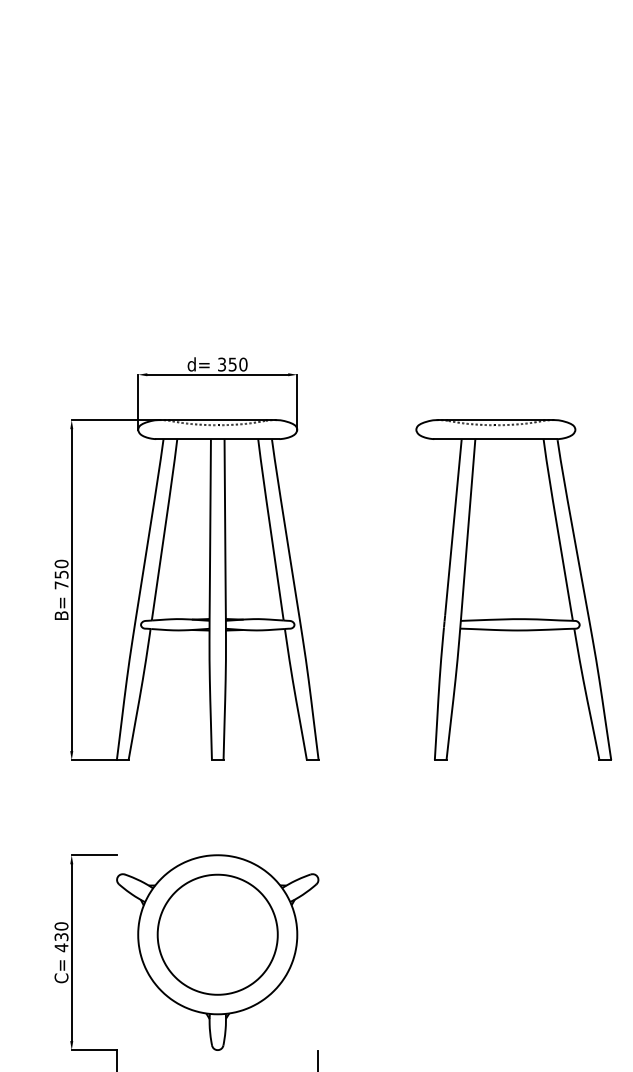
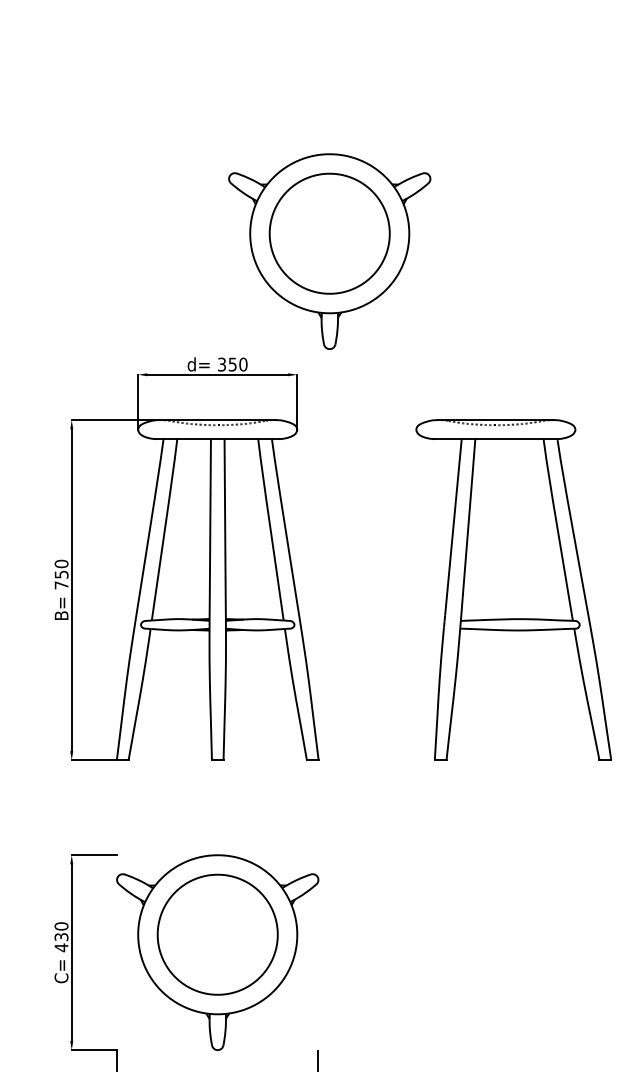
part at (329, 251): none -> present
